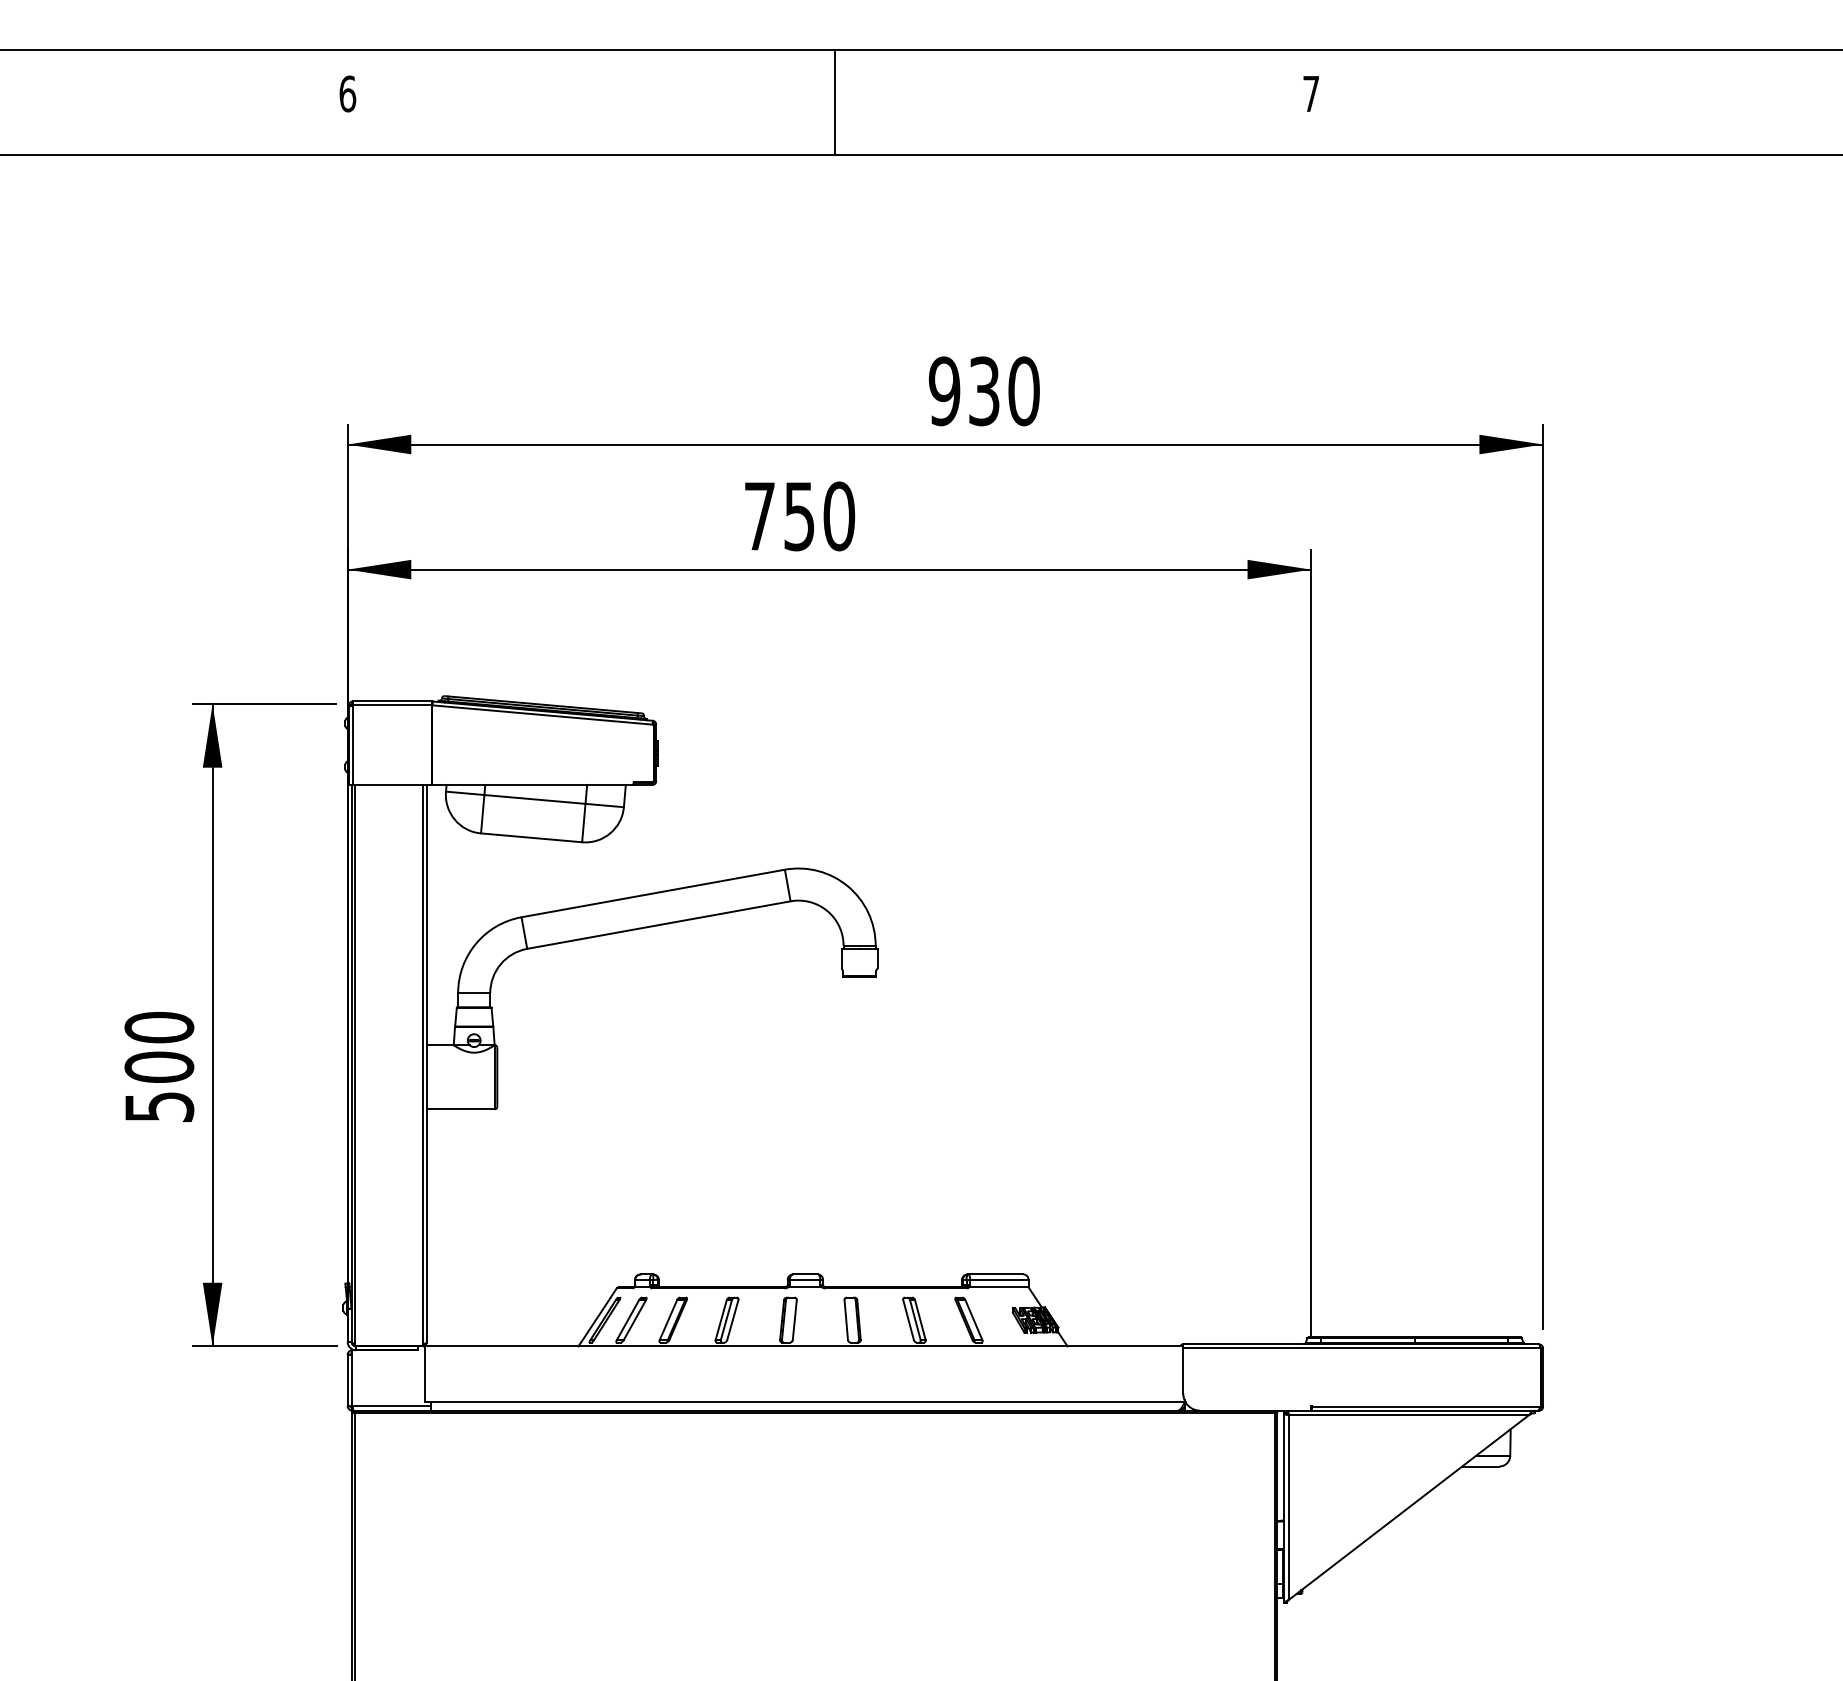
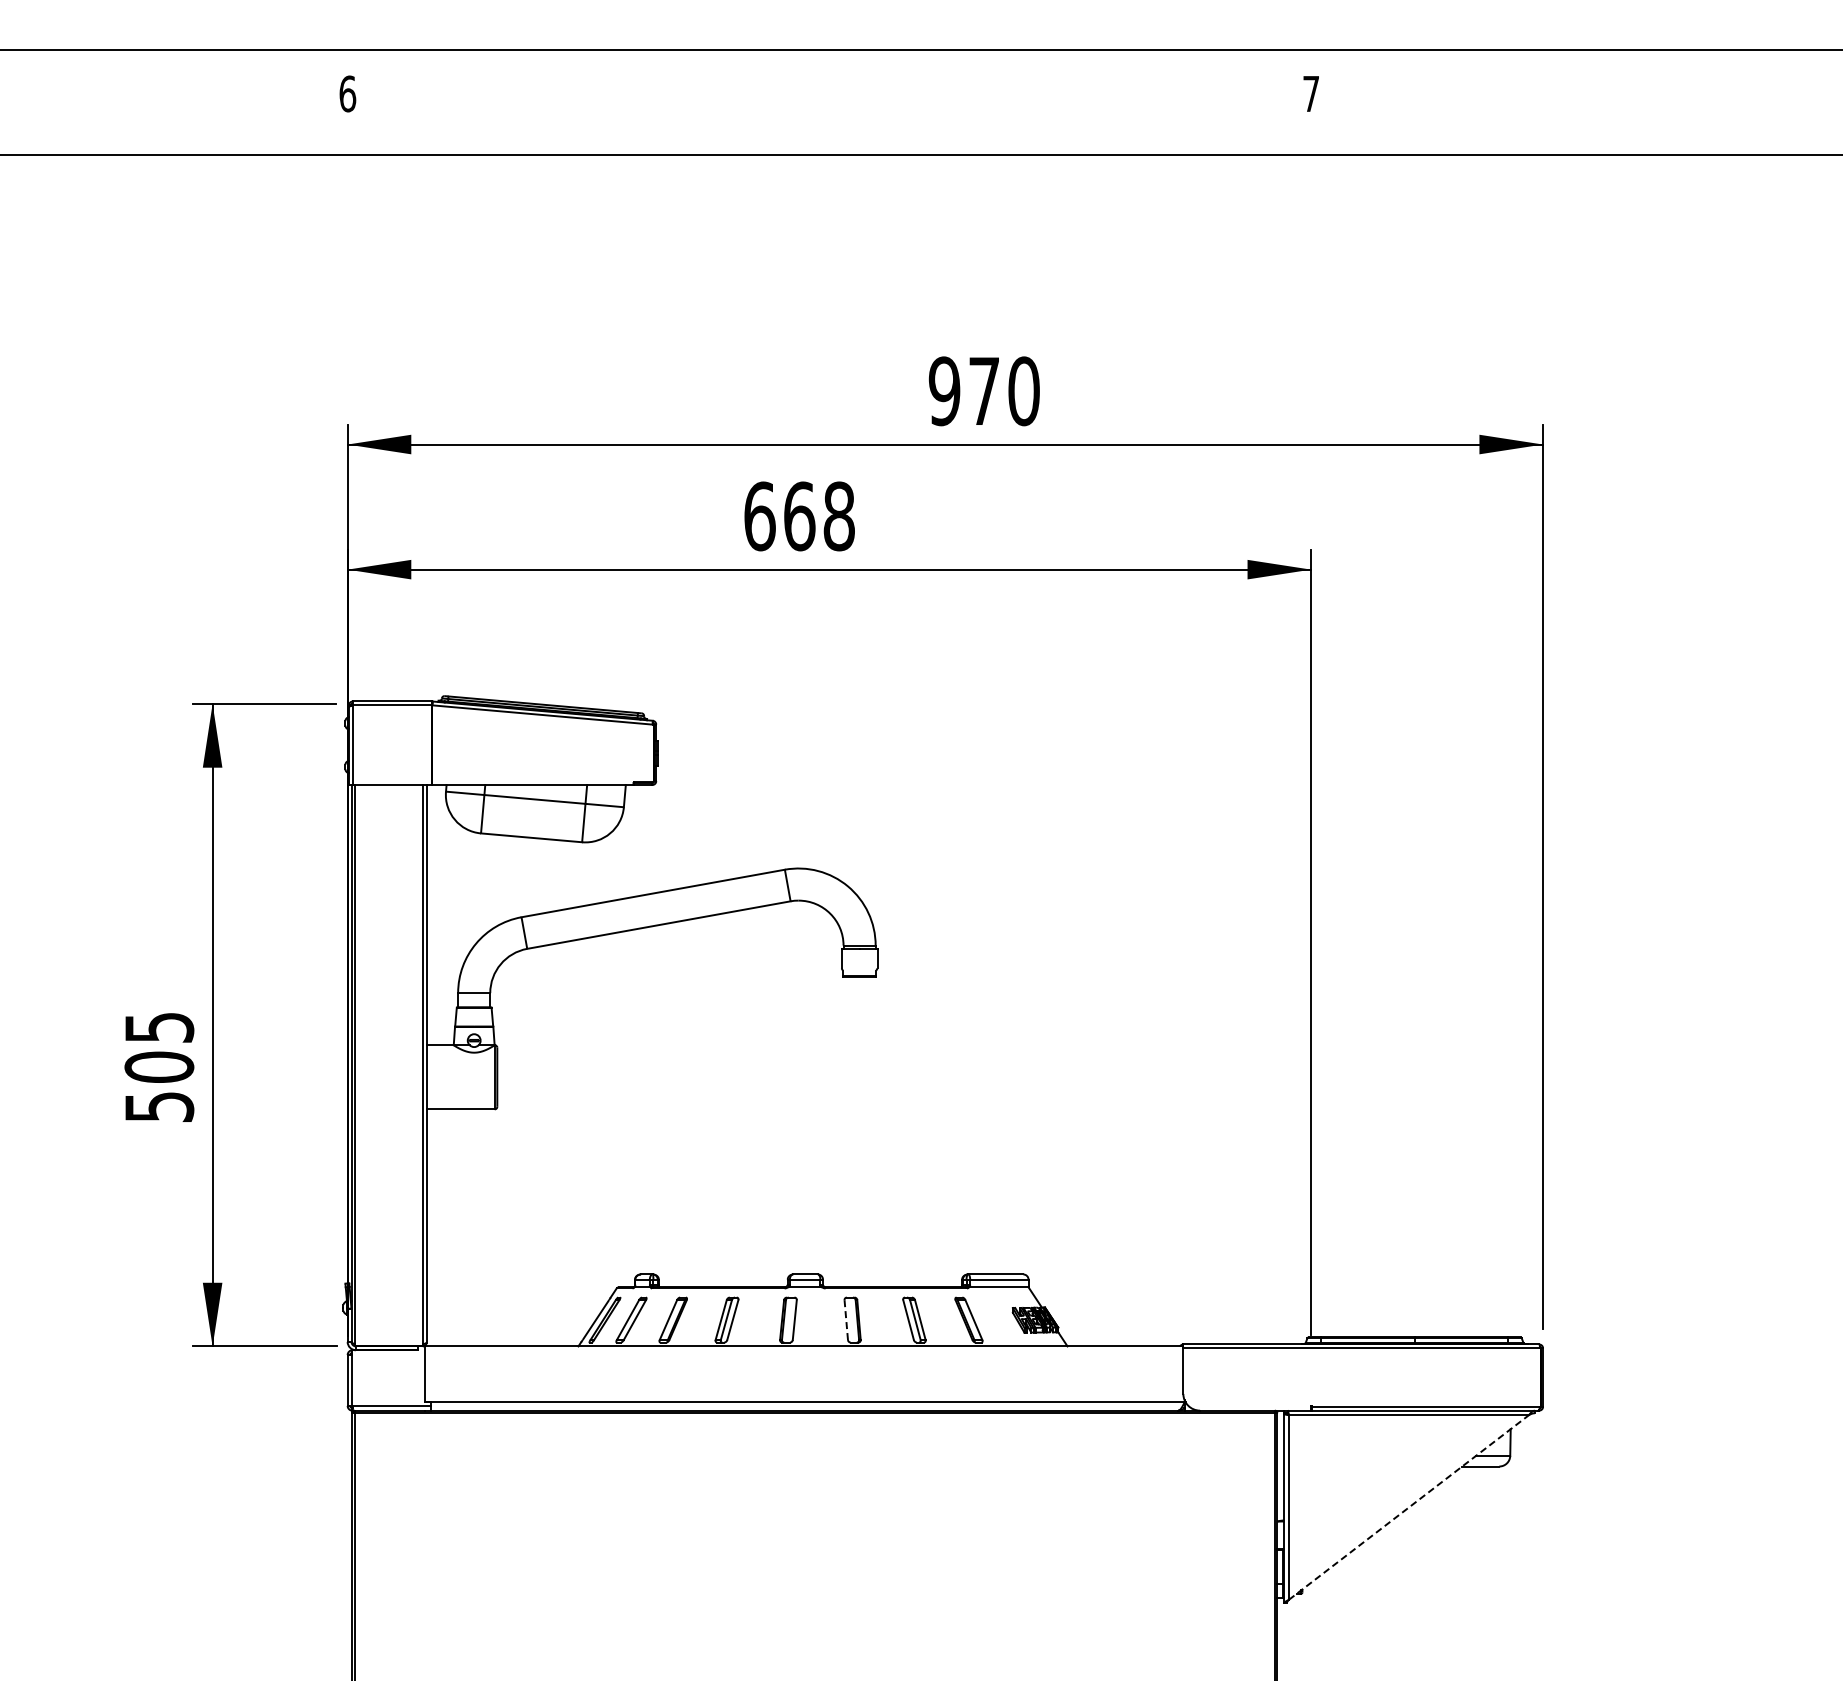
line at (835, 102): present -> none
text at (984, 391): 930 -> 970
text at (799, 516): 750 -> 668
text at (159, 1027): 500 -> 505
line at (846, 1320): solid -> dashed
line at (1408, 1507): solid -> dashed
